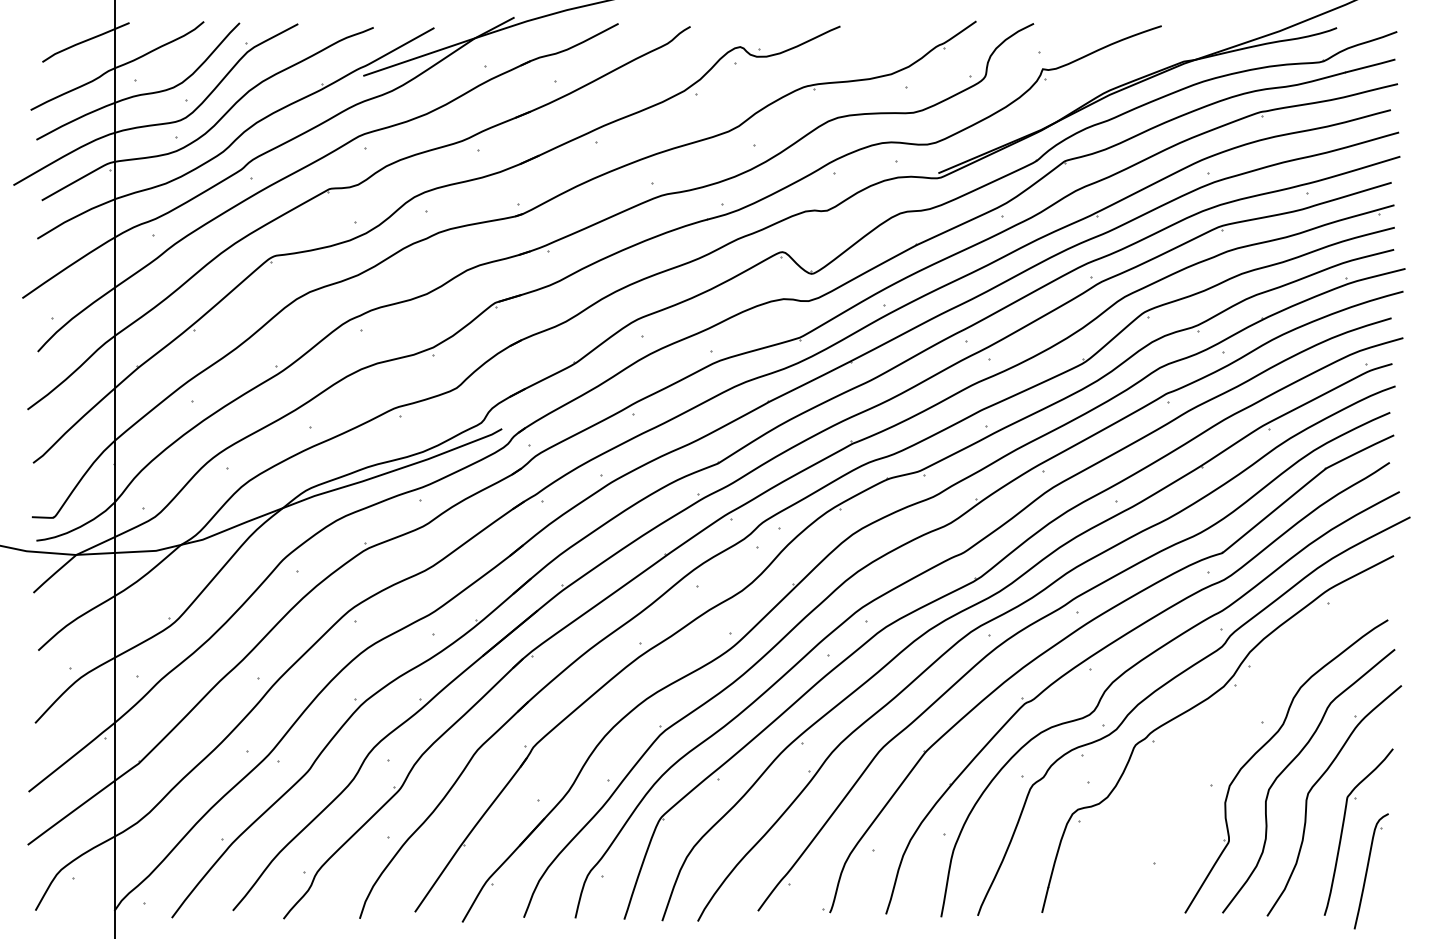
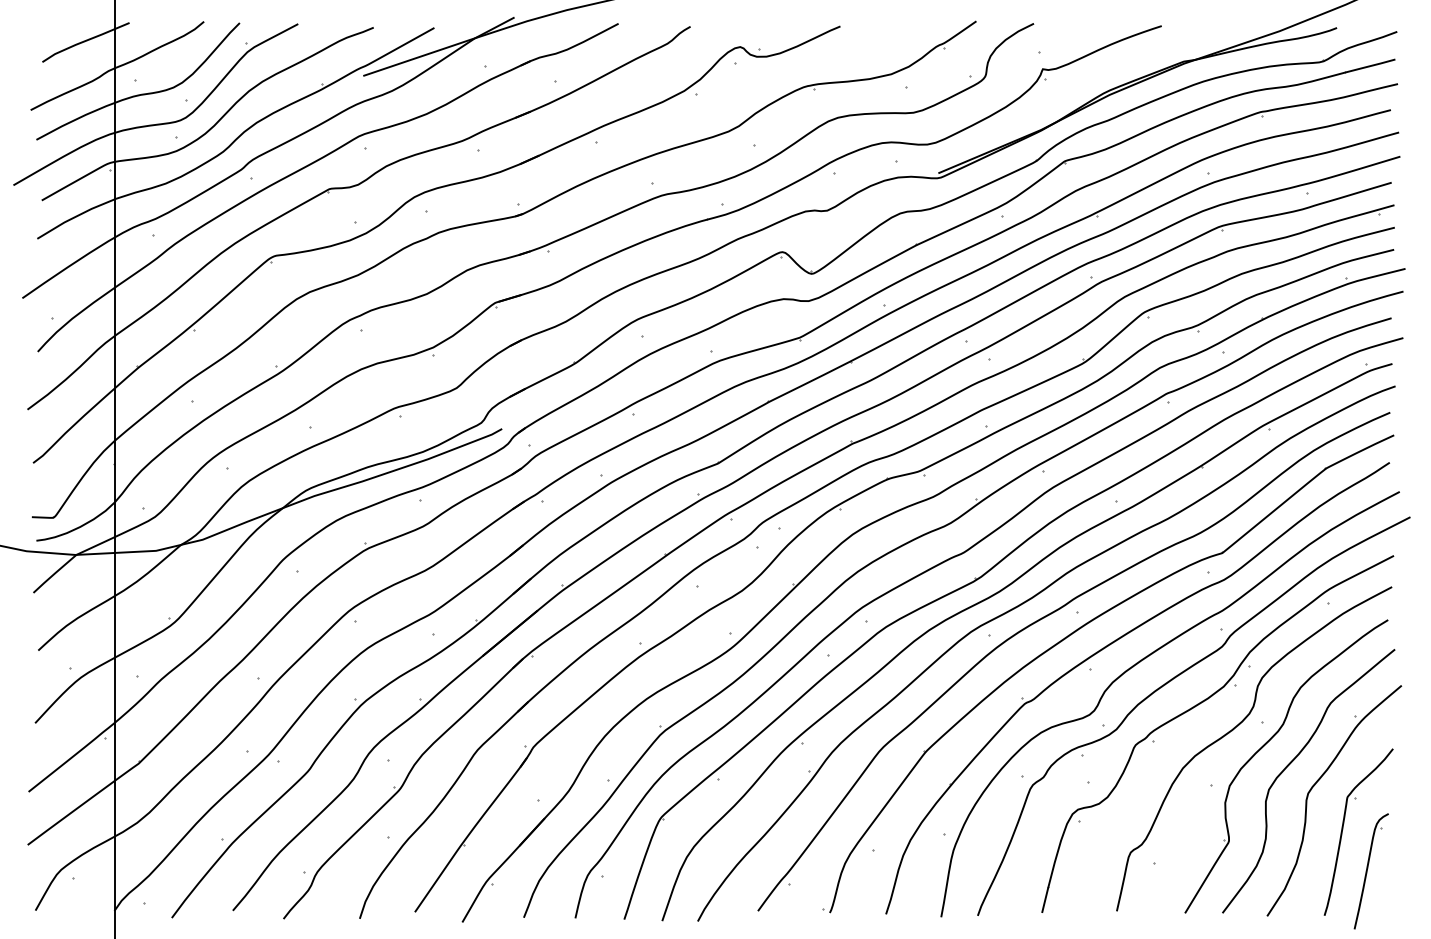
curve at (1238, 726): none -> present
